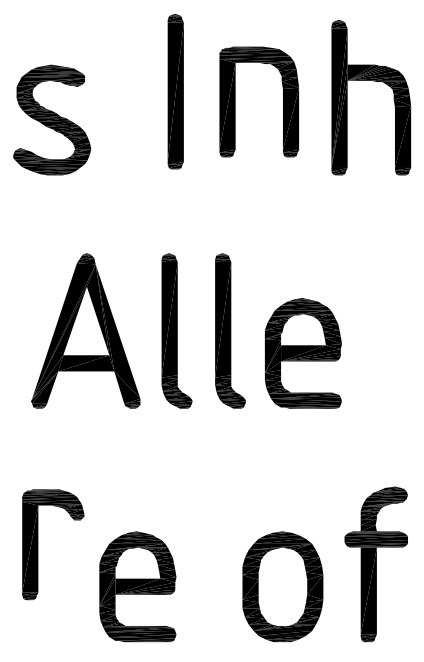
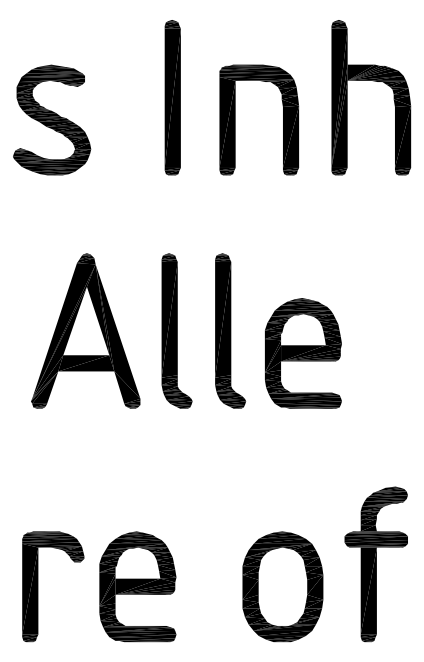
part at (175, 91) position: (175, 91) -> (172, 97)
part at (235, 101) position: (235, 101) -> (235, 119)
part at (38, 544) position: (38, 544) -> (38, 586)
